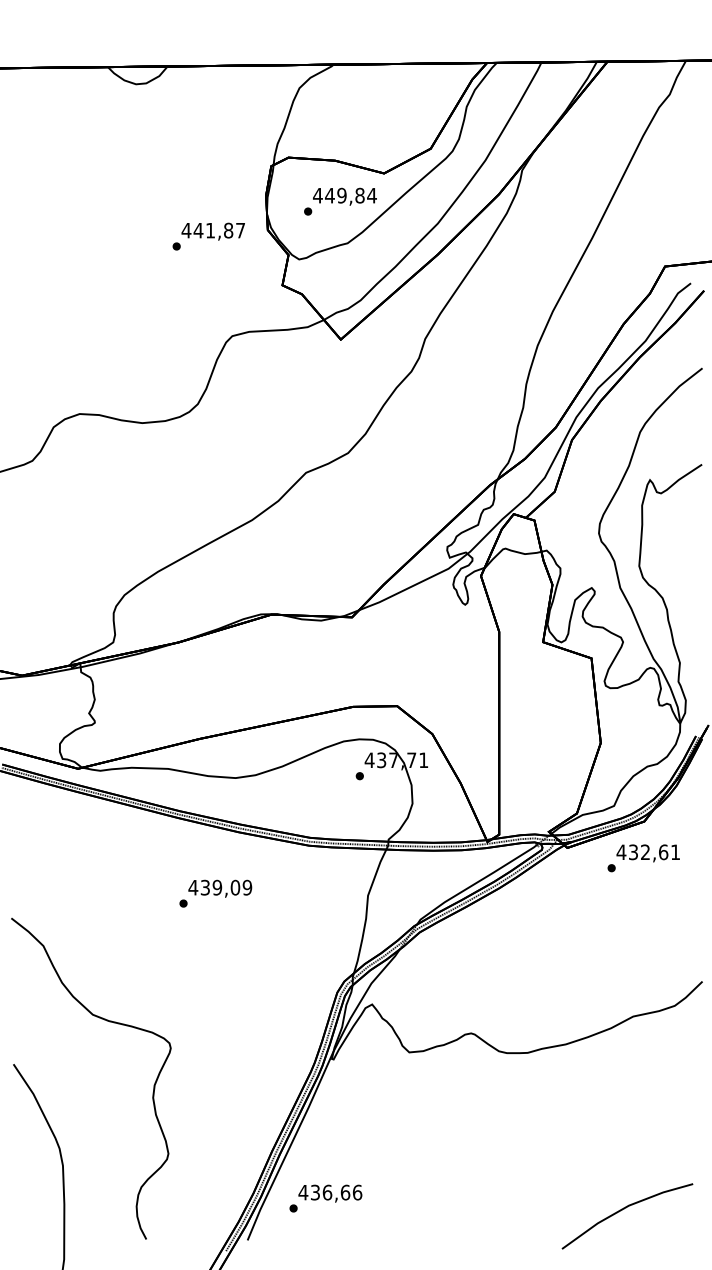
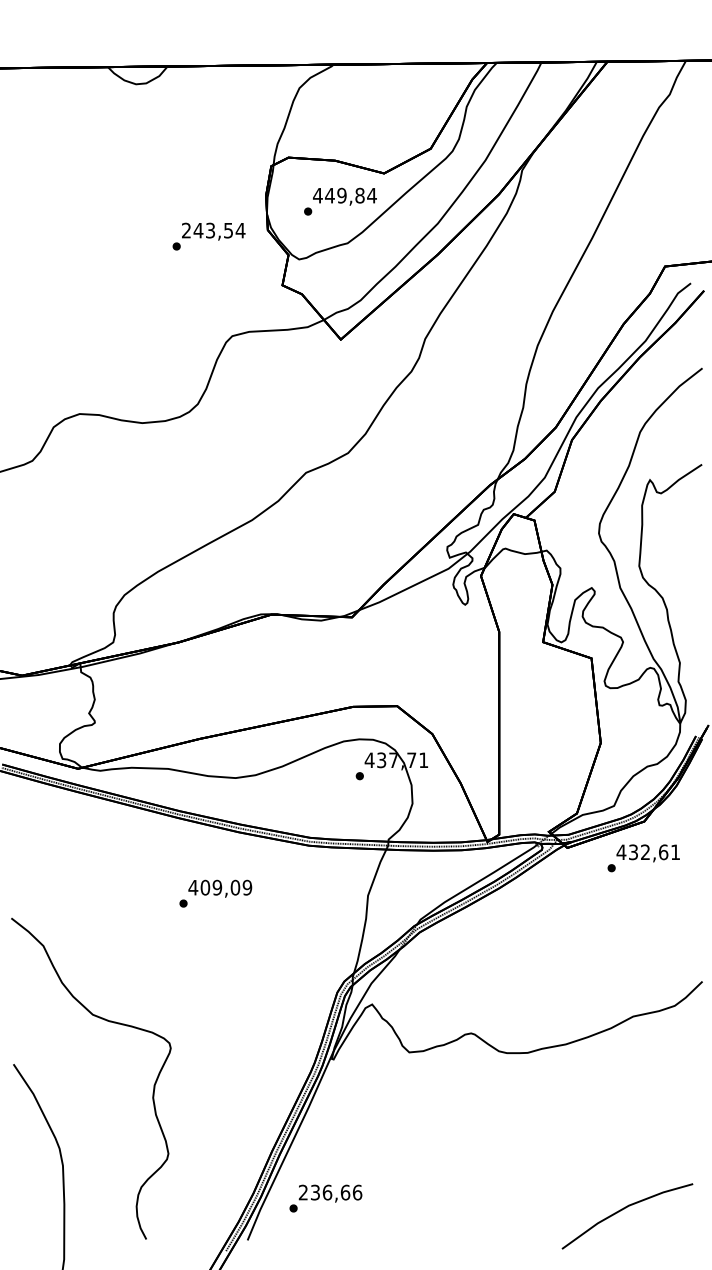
text at (213, 230): 441,87 -> 243,54
text at (205, 887): 439,09 -> 409,09
text at (303, 1192): 436,66 -> 236,66
